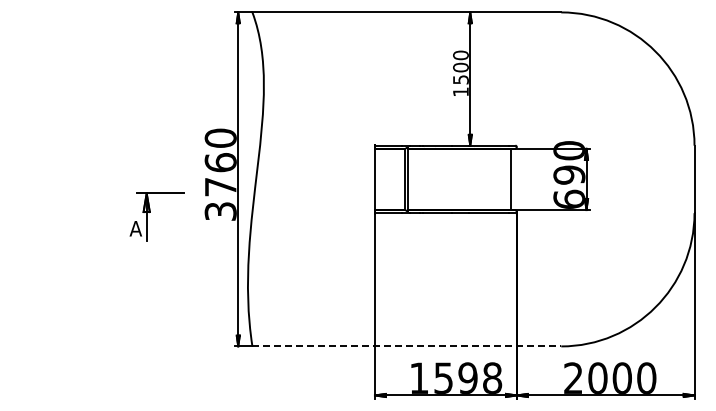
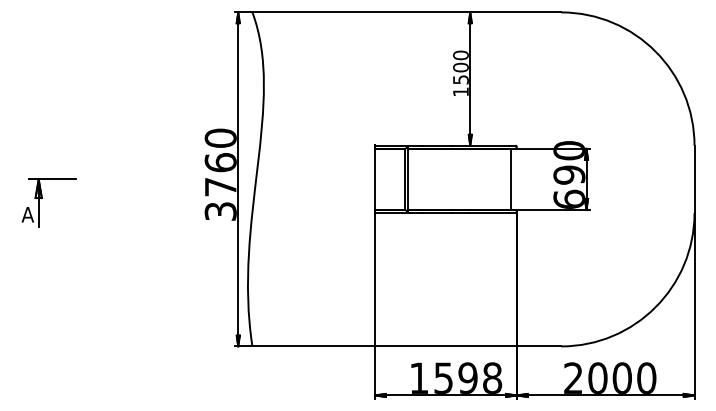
part at (150, 212) position: (150, 212) -> (42, 198)
line at (407, 346): dashed -> solid
